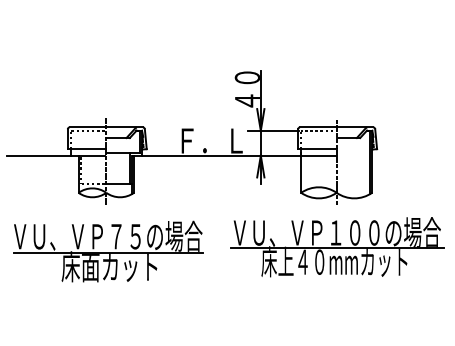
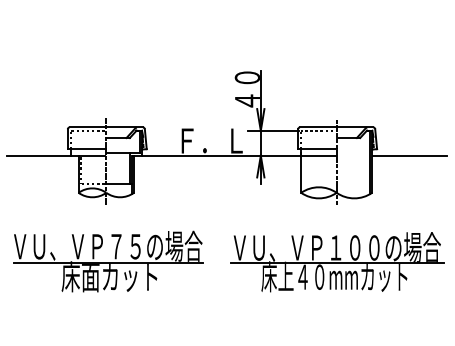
line at (410, 155): none -> present
part at (337, 247) position: (337, 247) -> (337, 262)
part at (108, 251) position: (108, 251) -> (108, 261)
